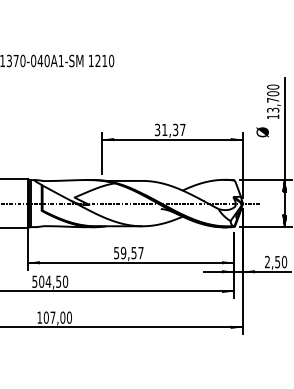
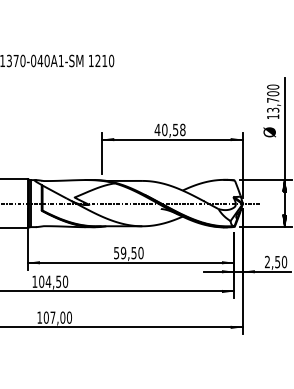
text at (169, 129): 31,37 -> 40,58
text at (262, 132) position: (262, 132) -> (269, 132)
text at (140, 253): 59,57 -> 59,50
text at (34, 281): 504,50 -> 104,50
